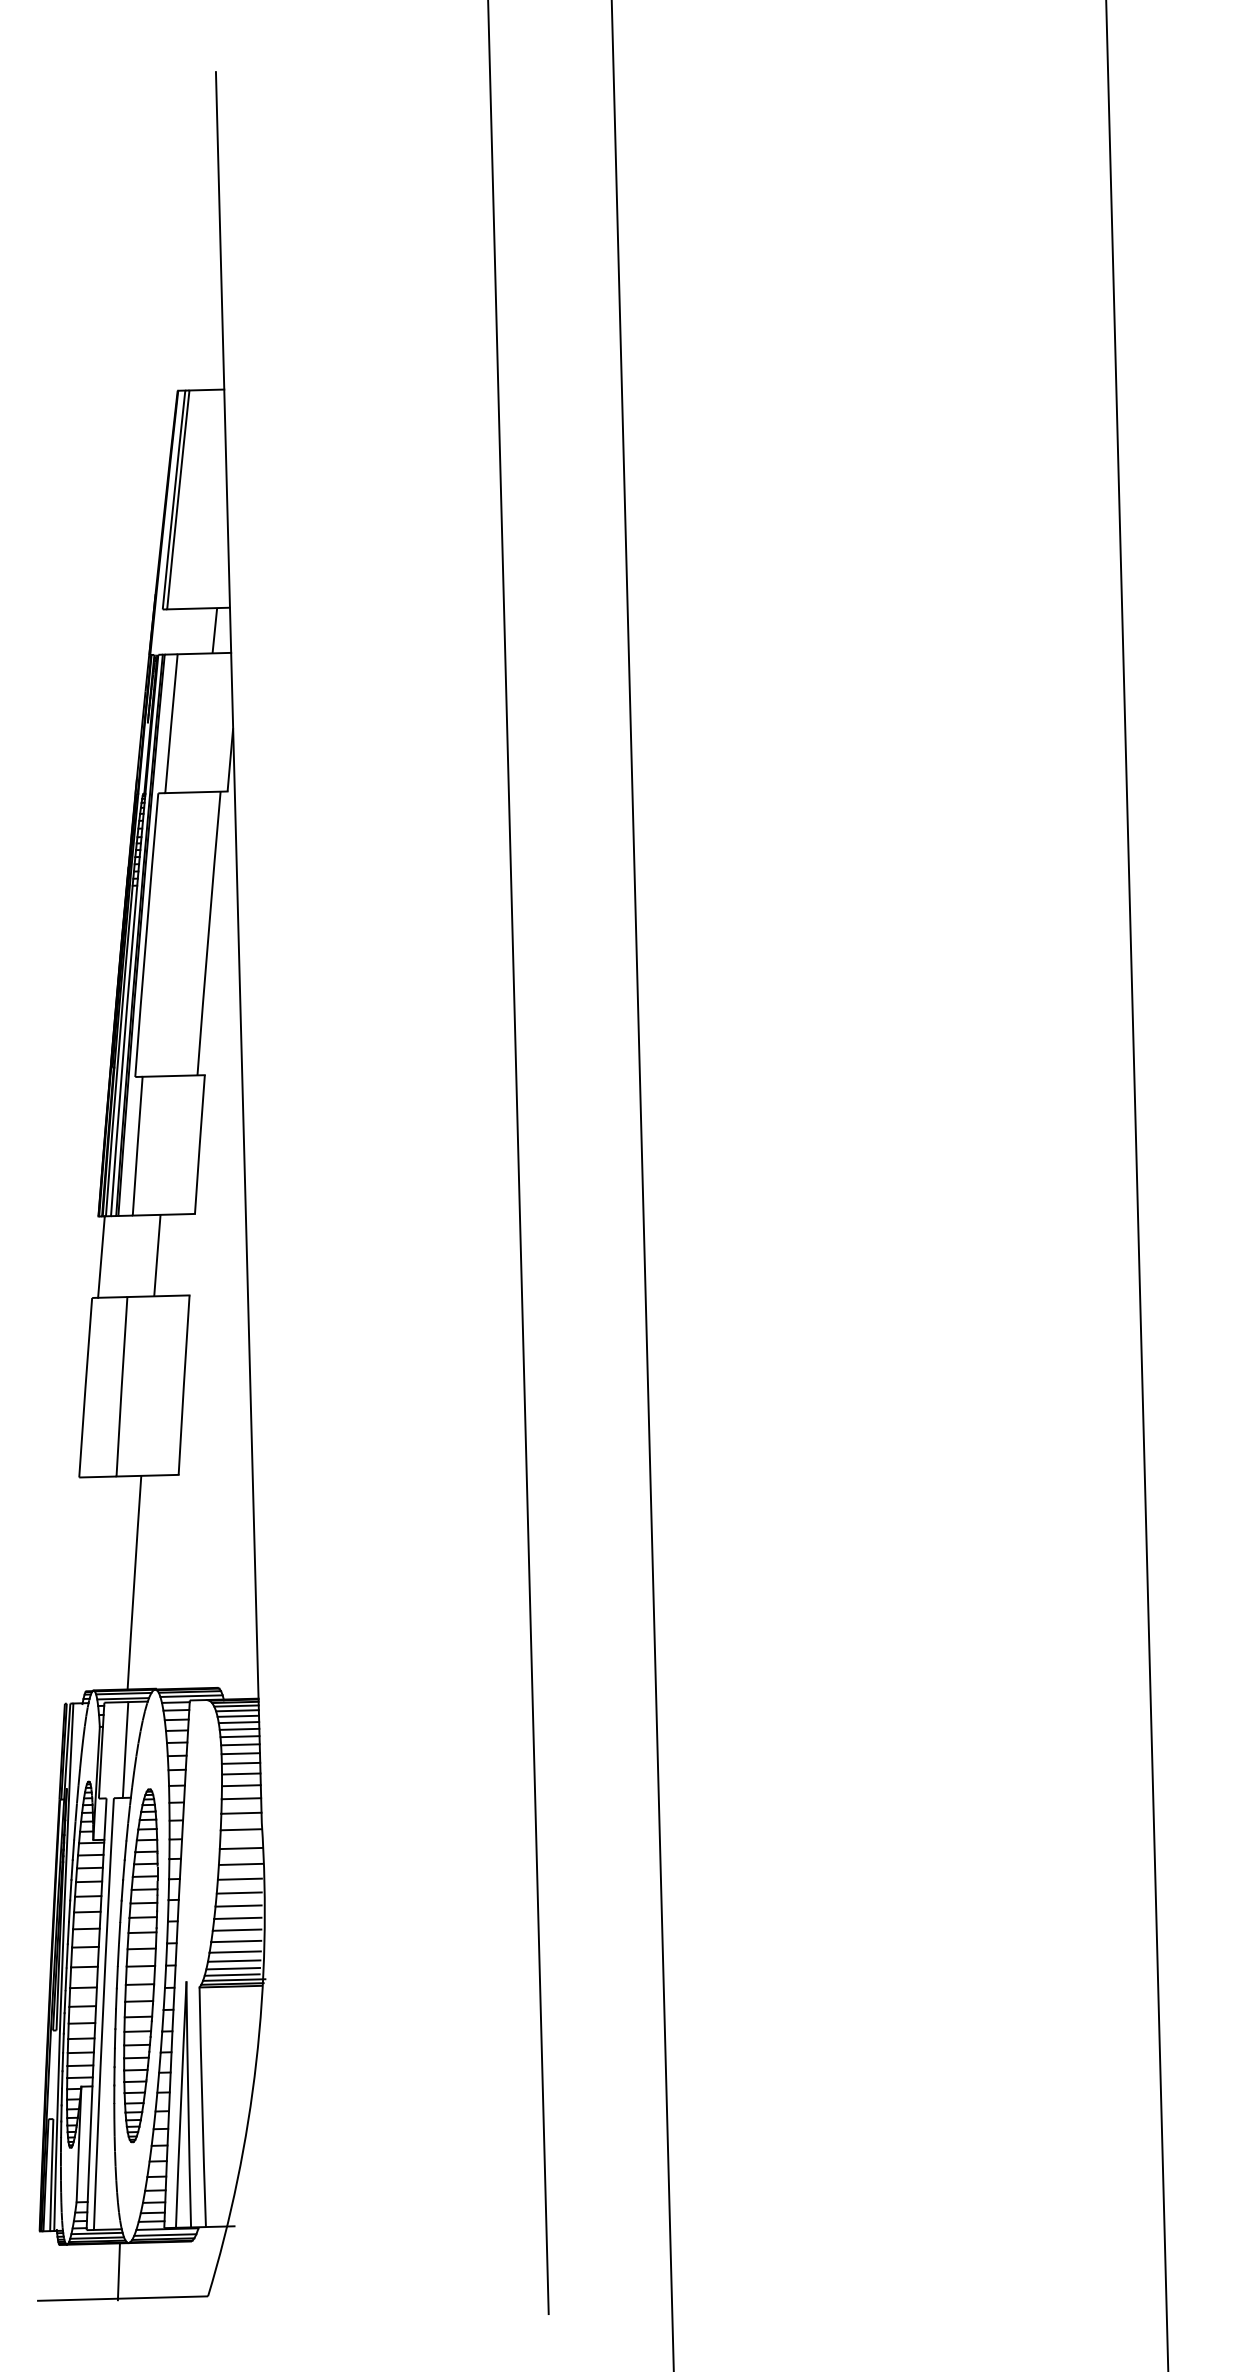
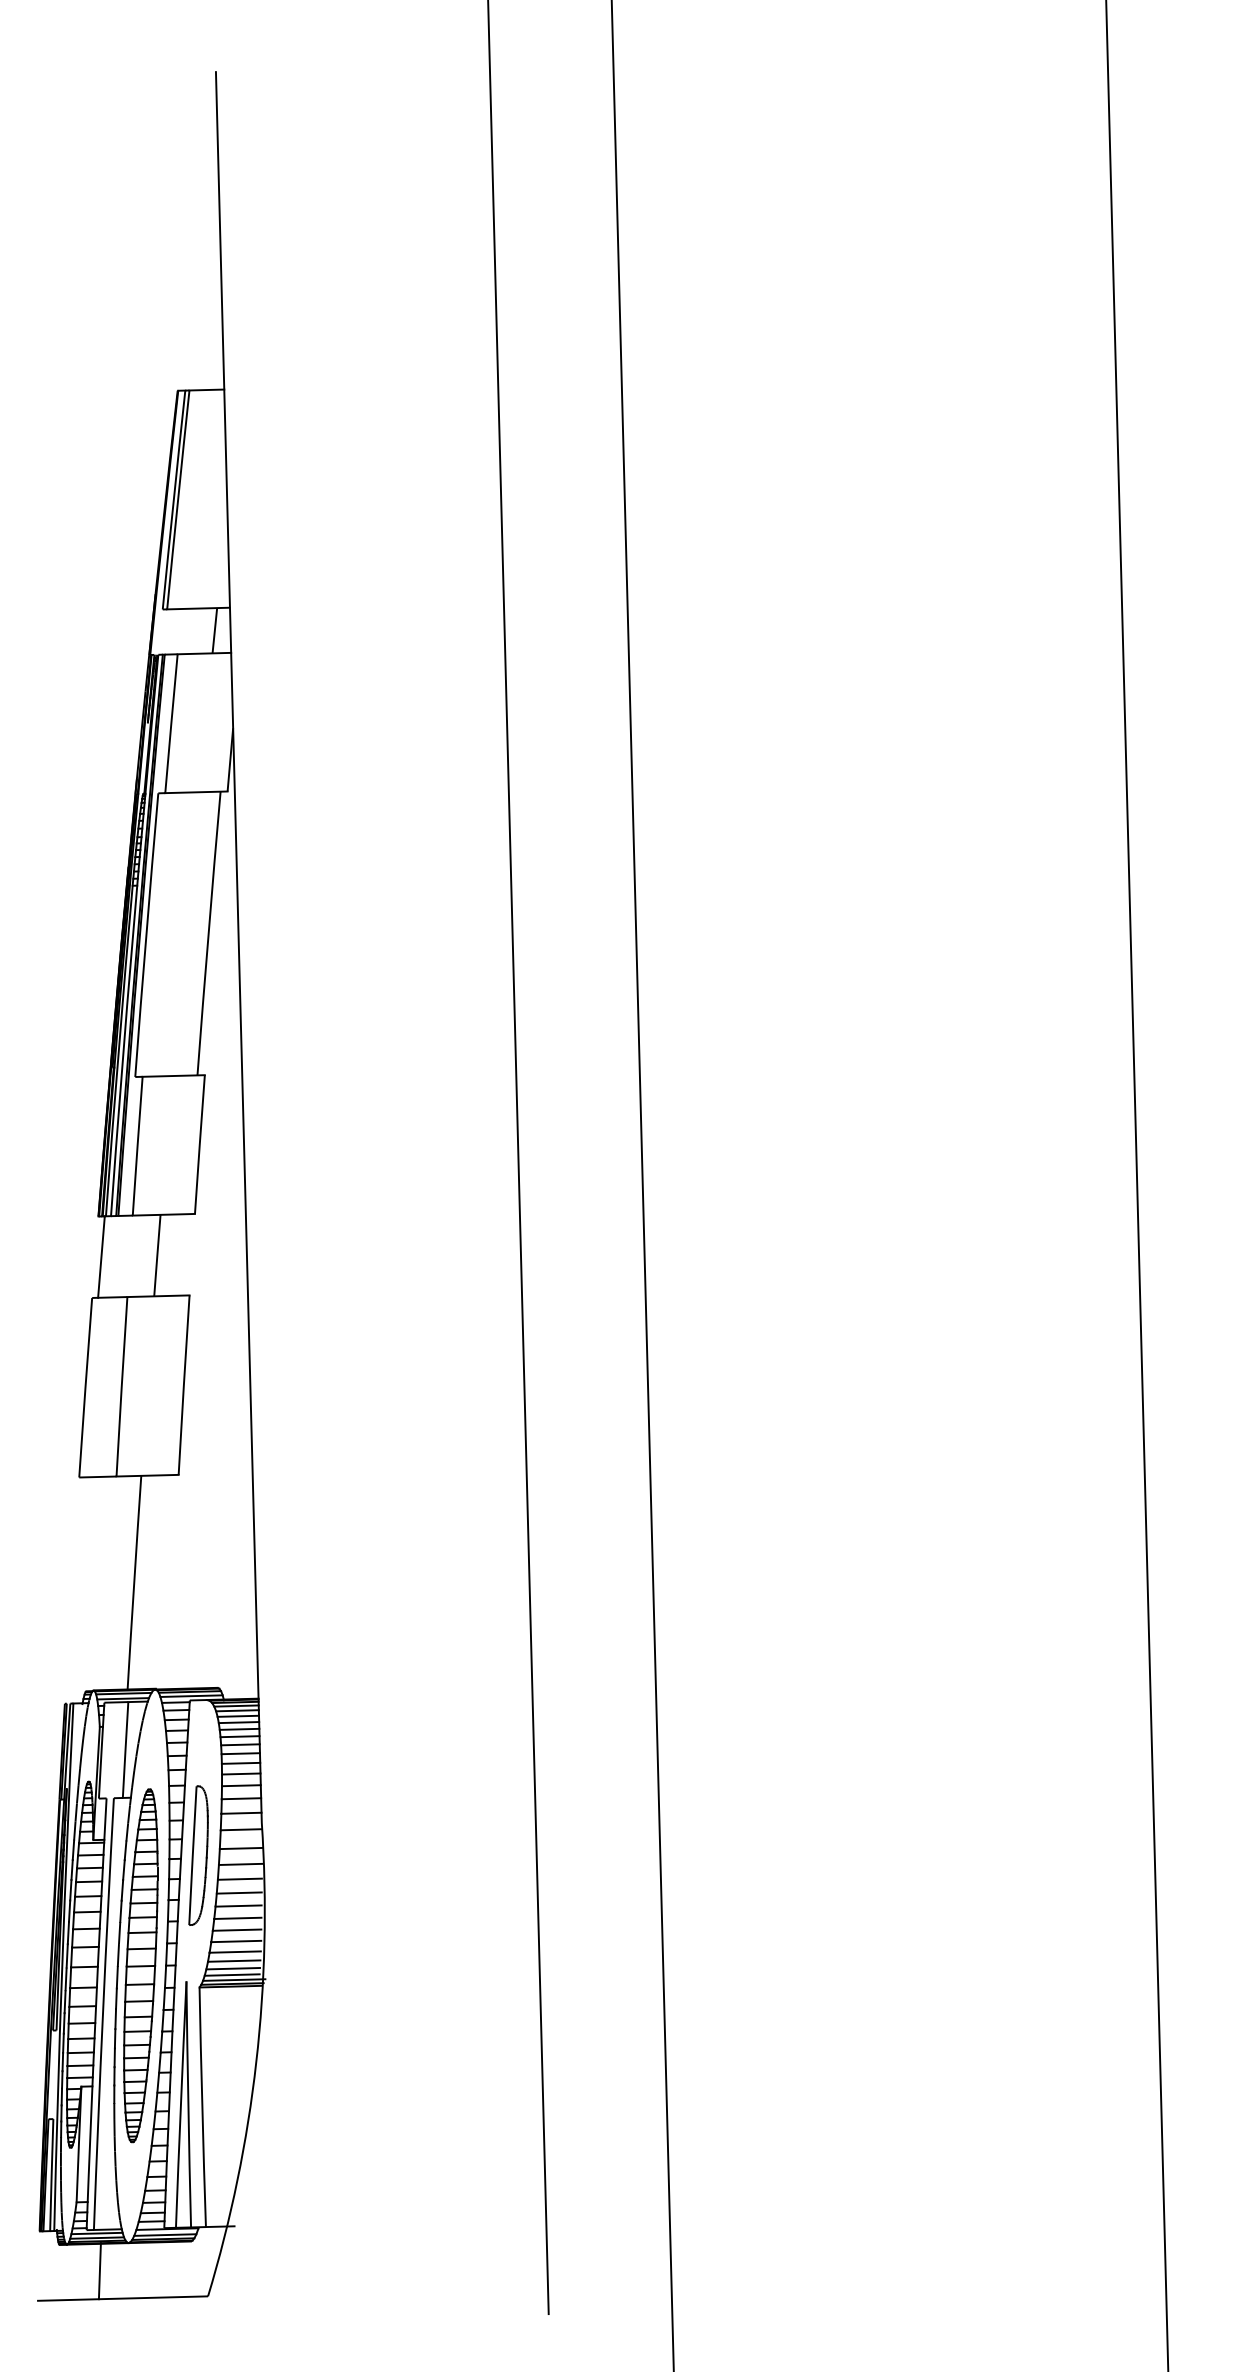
part at (198, 1855): none -> present
line at (118, 2272) position: (118, 2272) -> (99, 2271)
